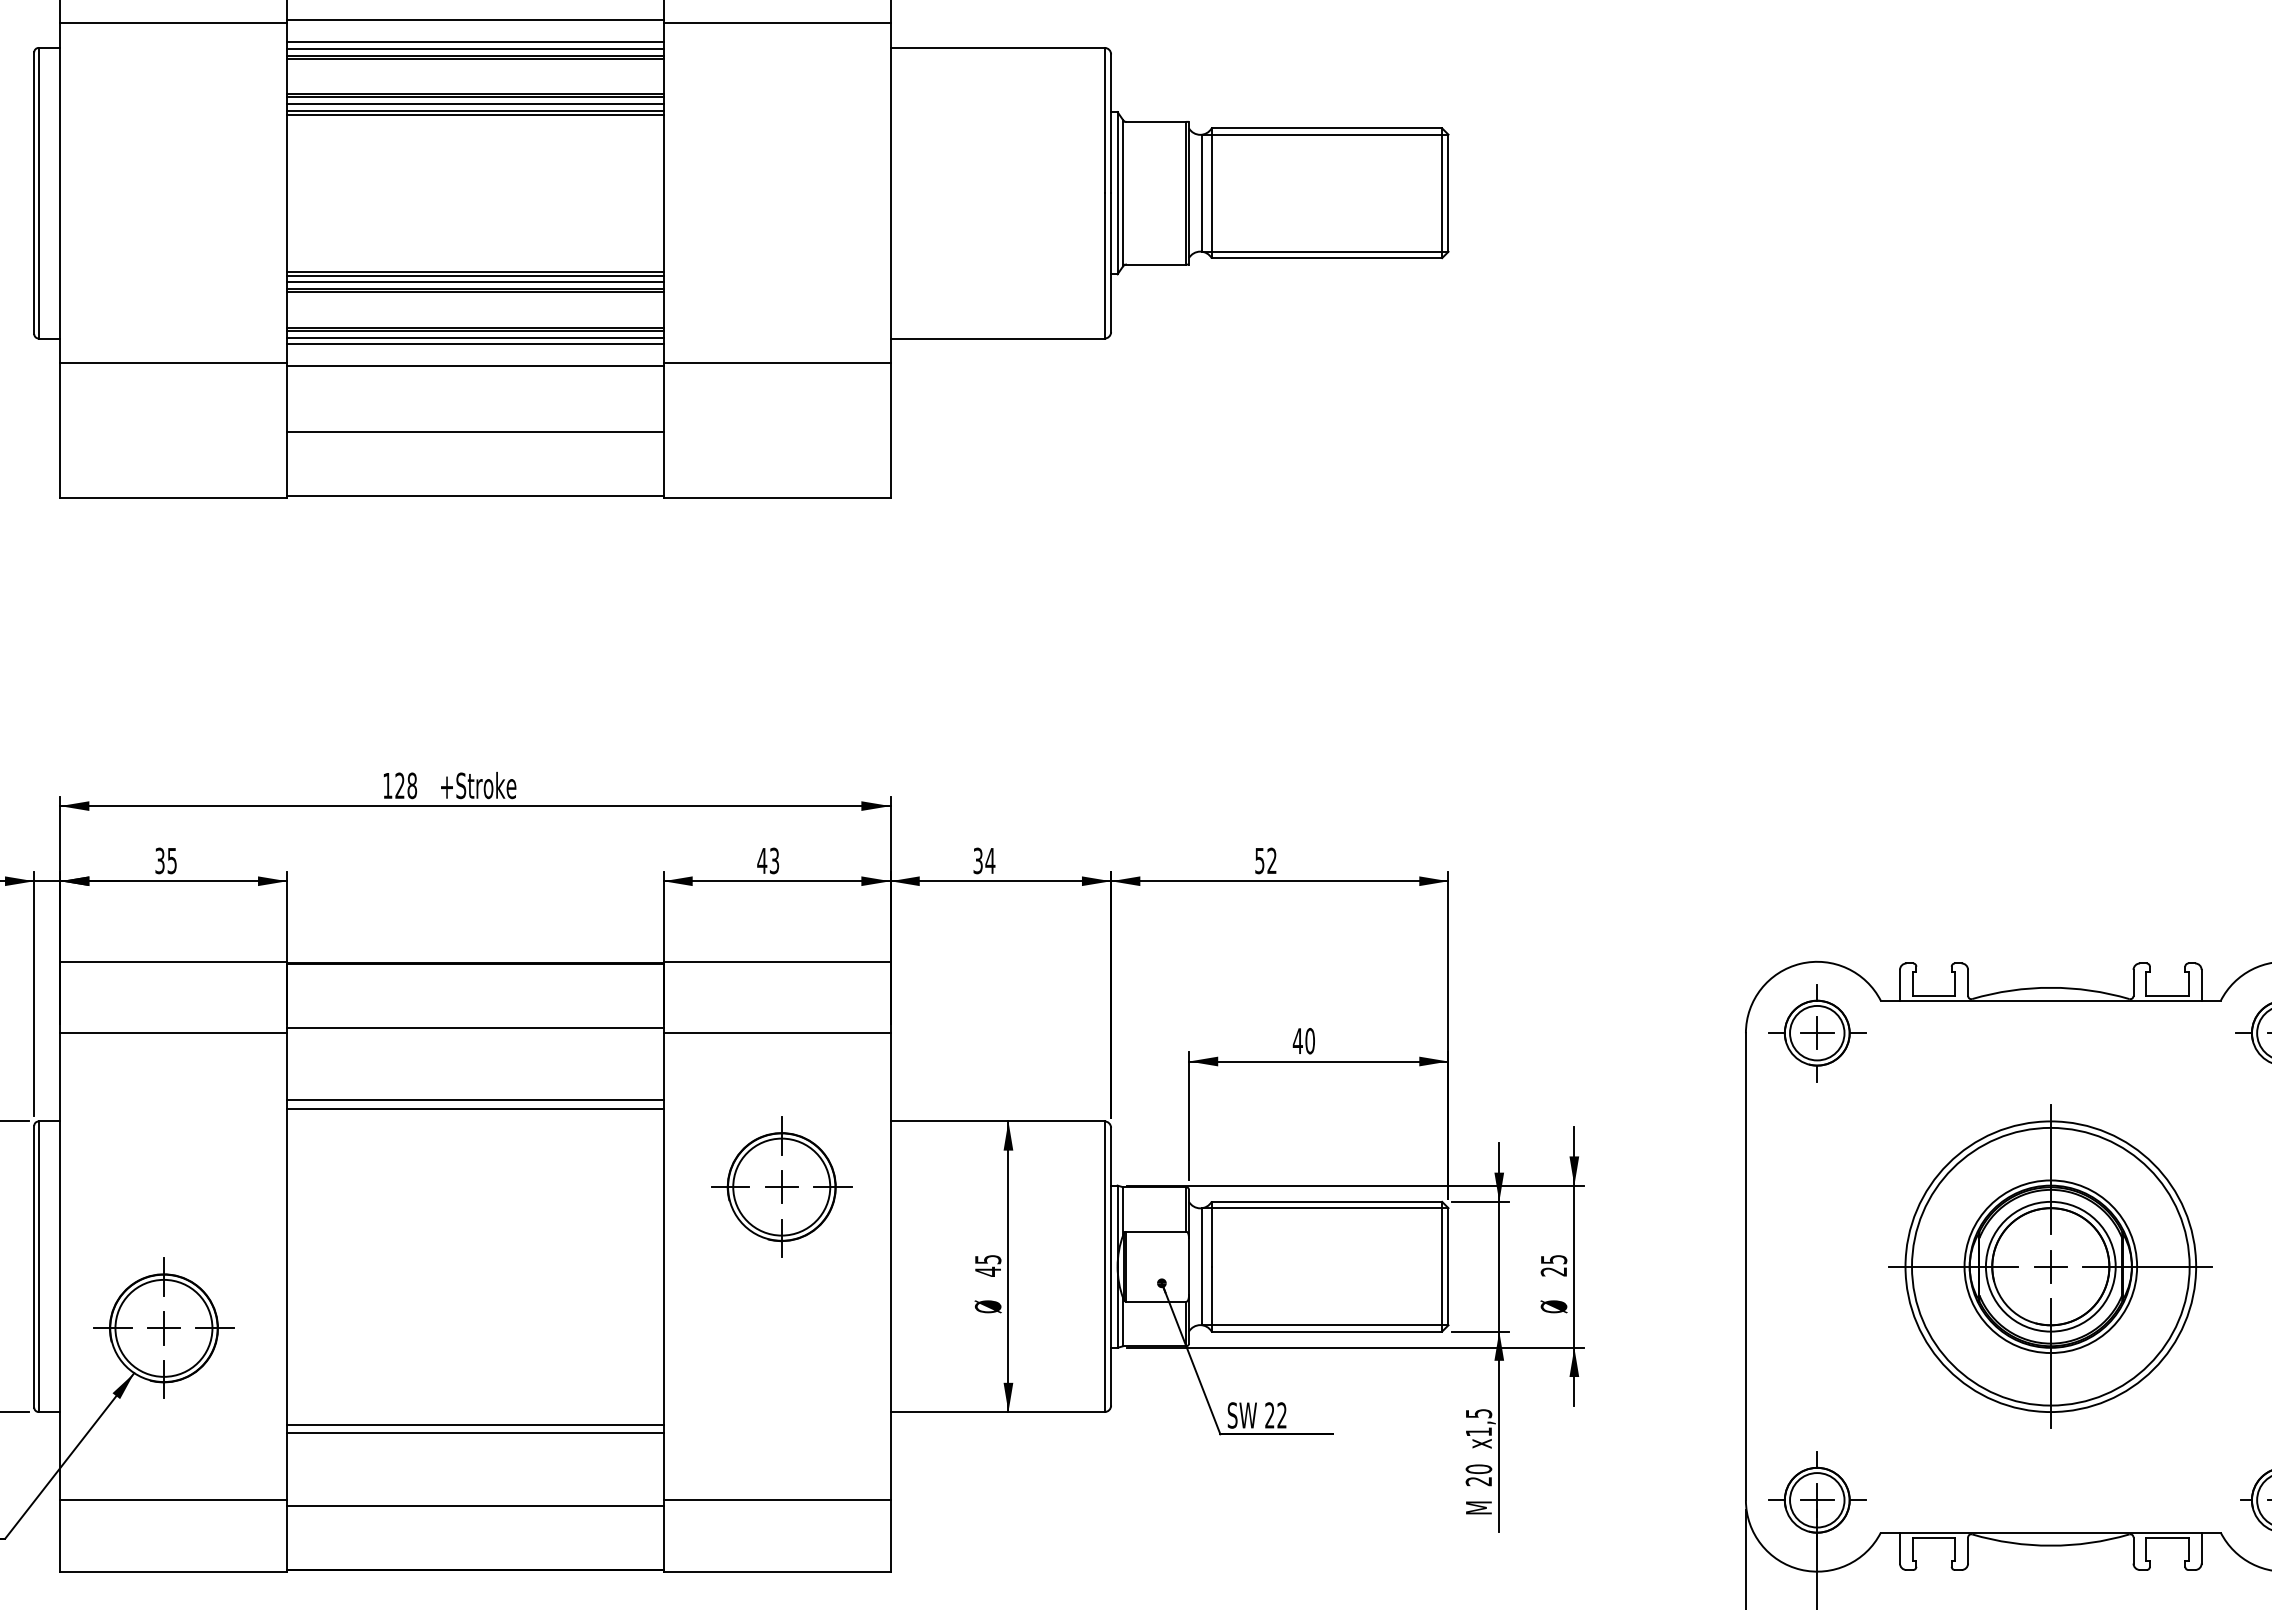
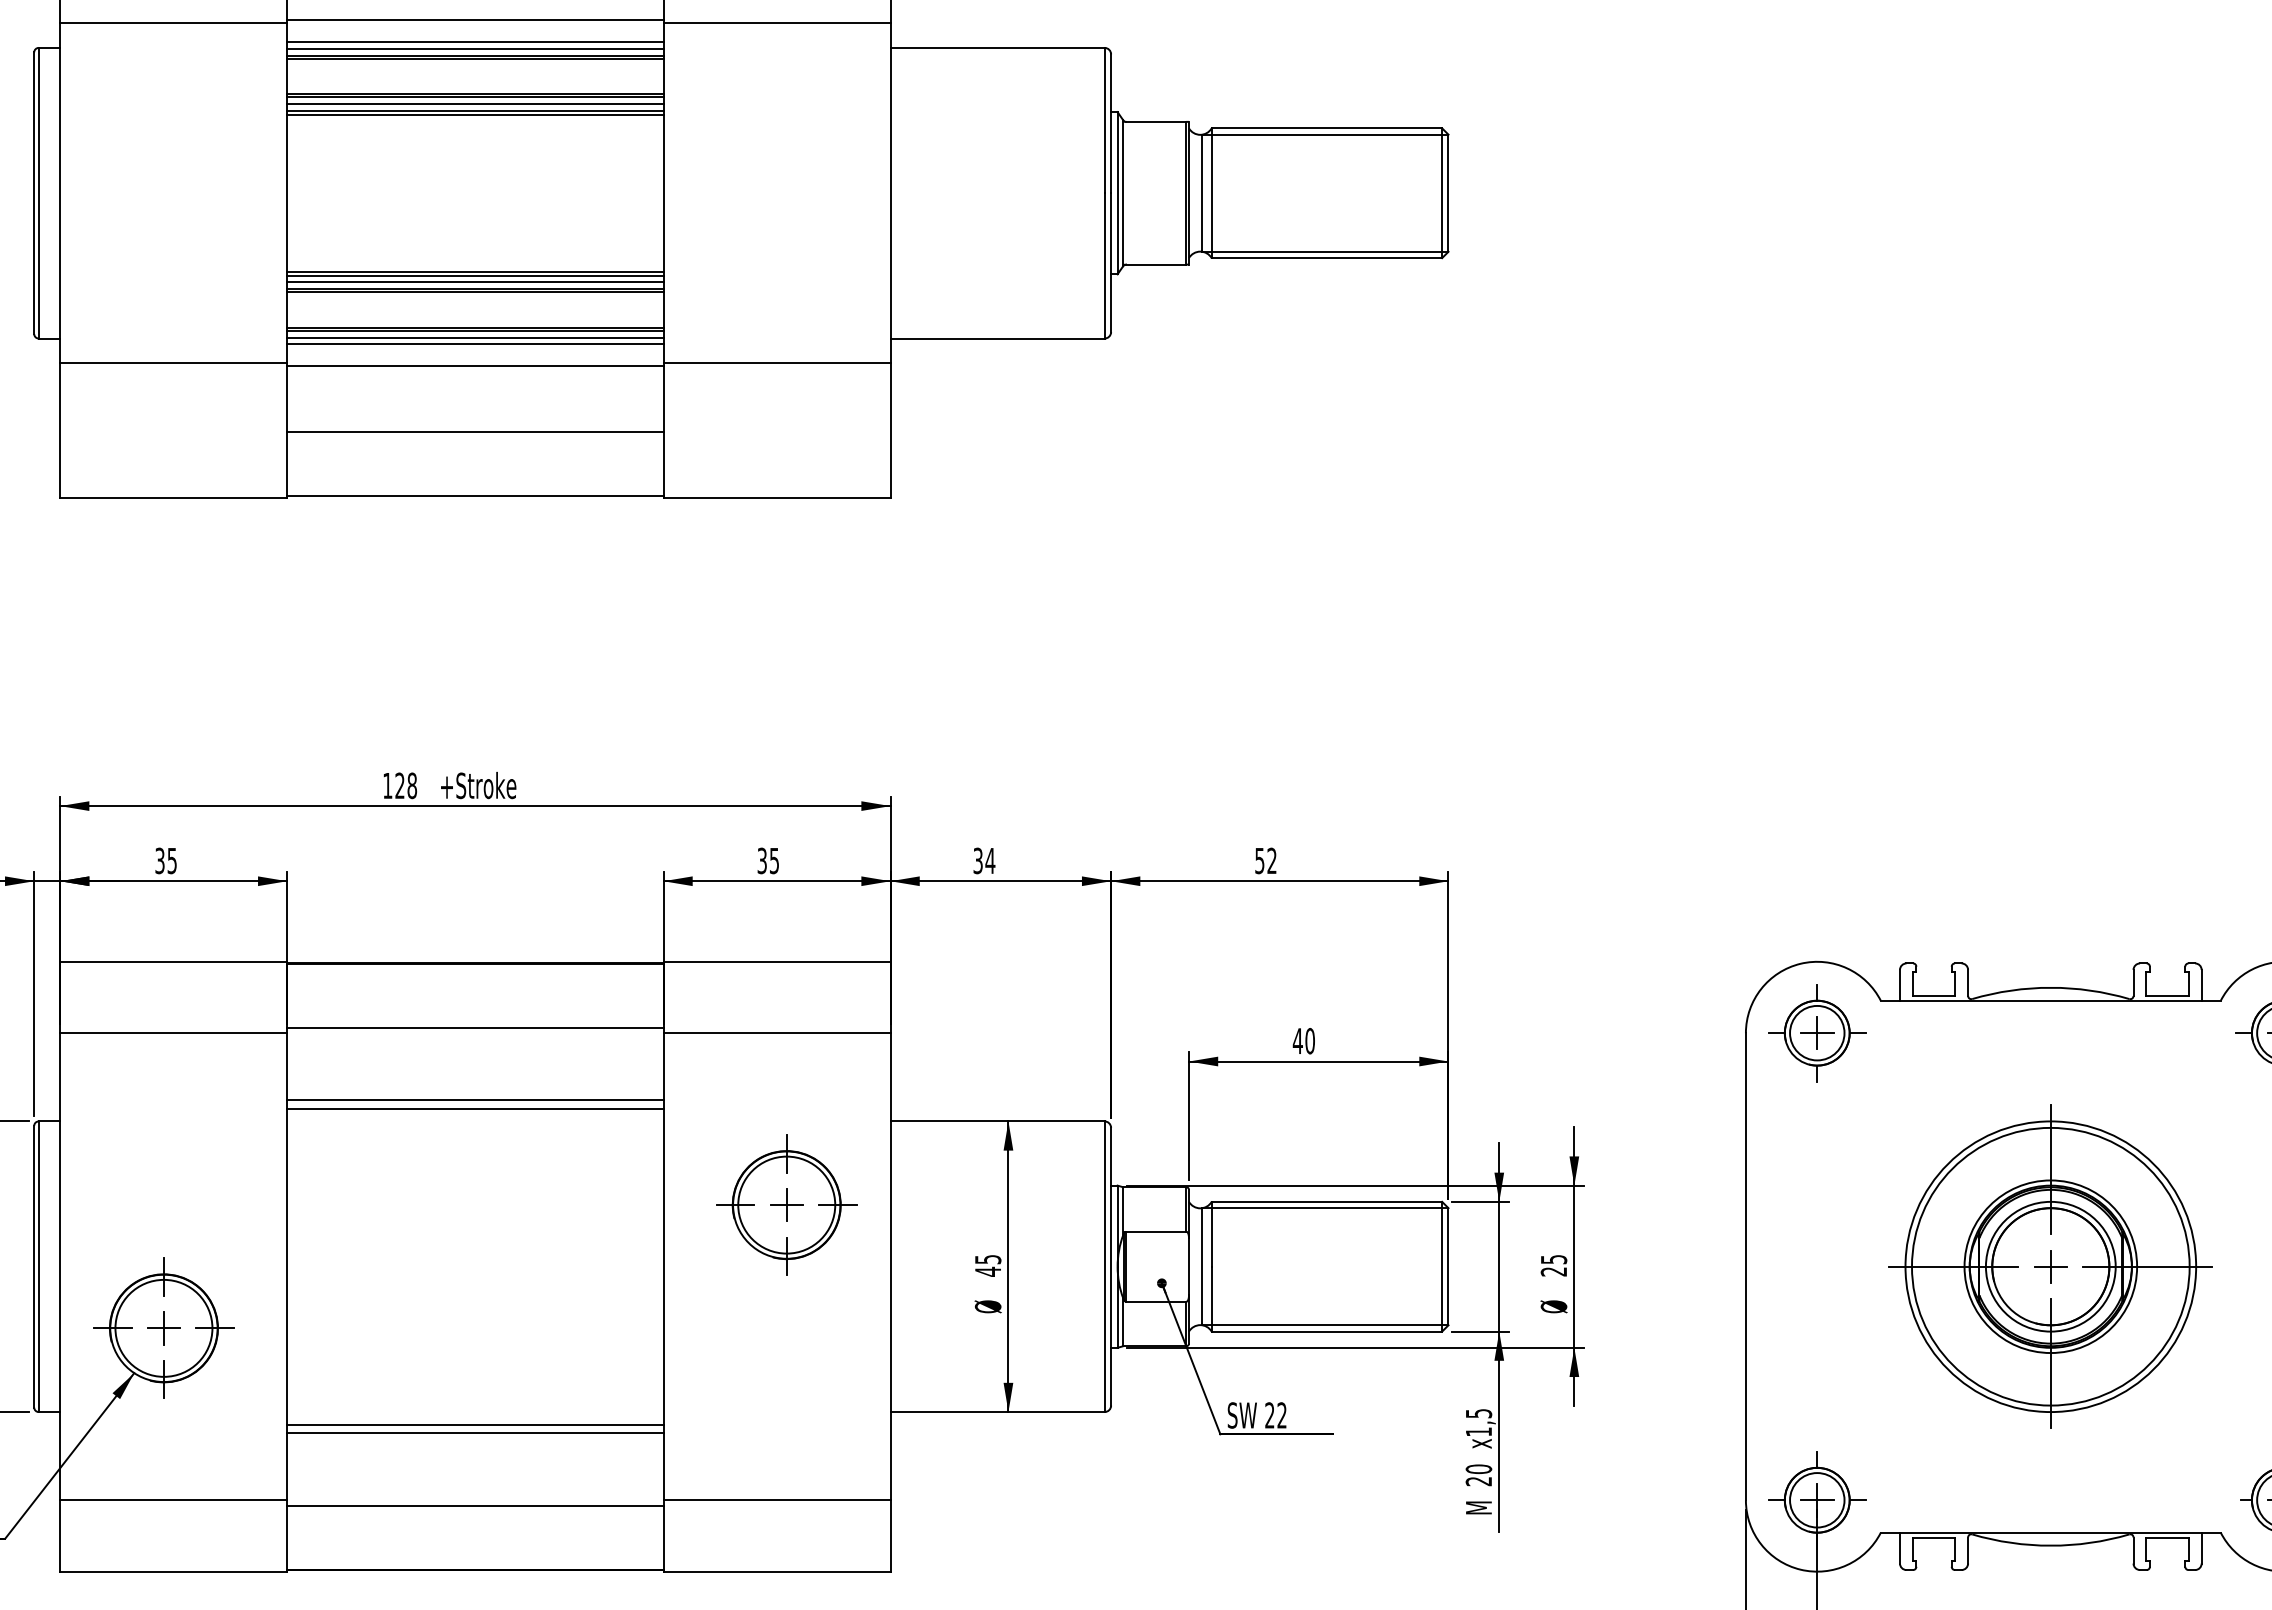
text at (768, 860): 43 -> 35
part at (781, 1186) position: (781, 1186) -> (786, 1204)
